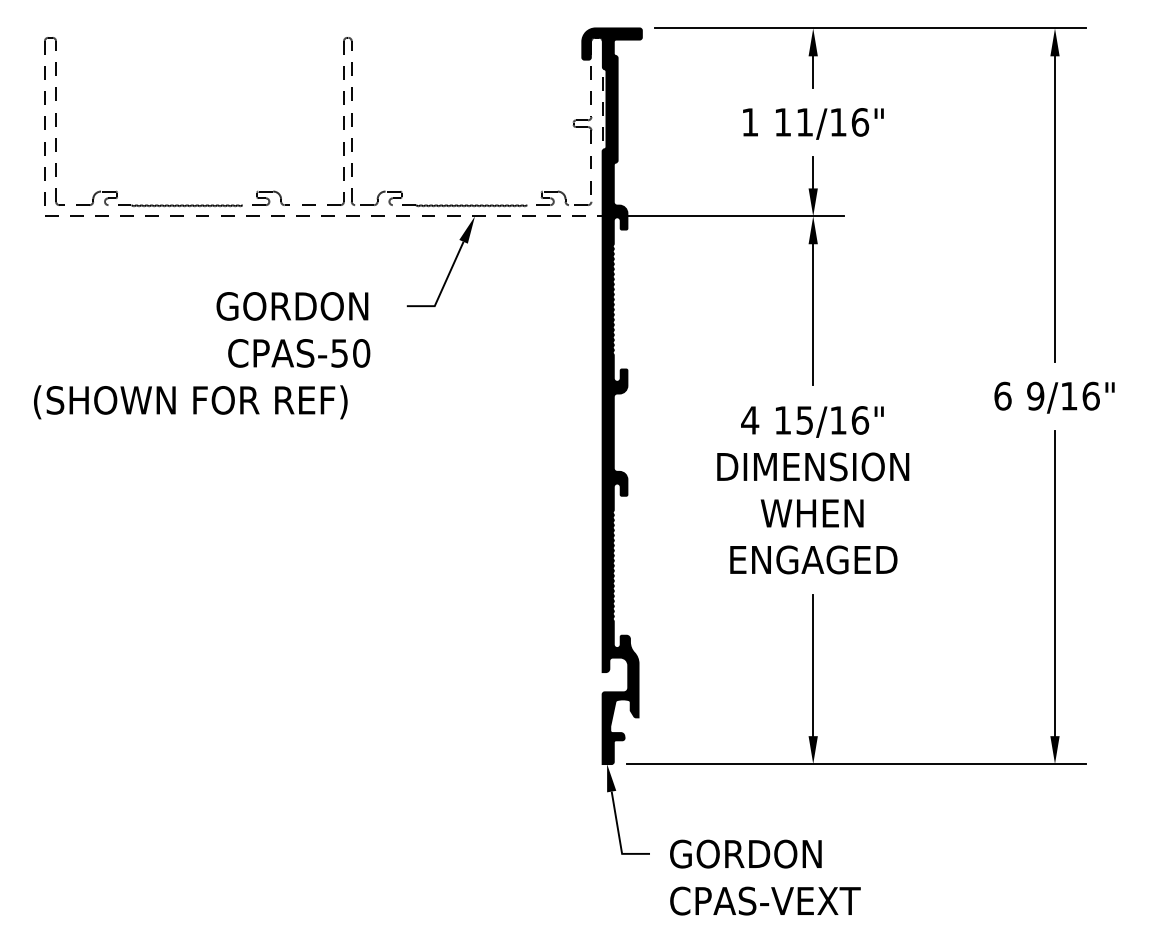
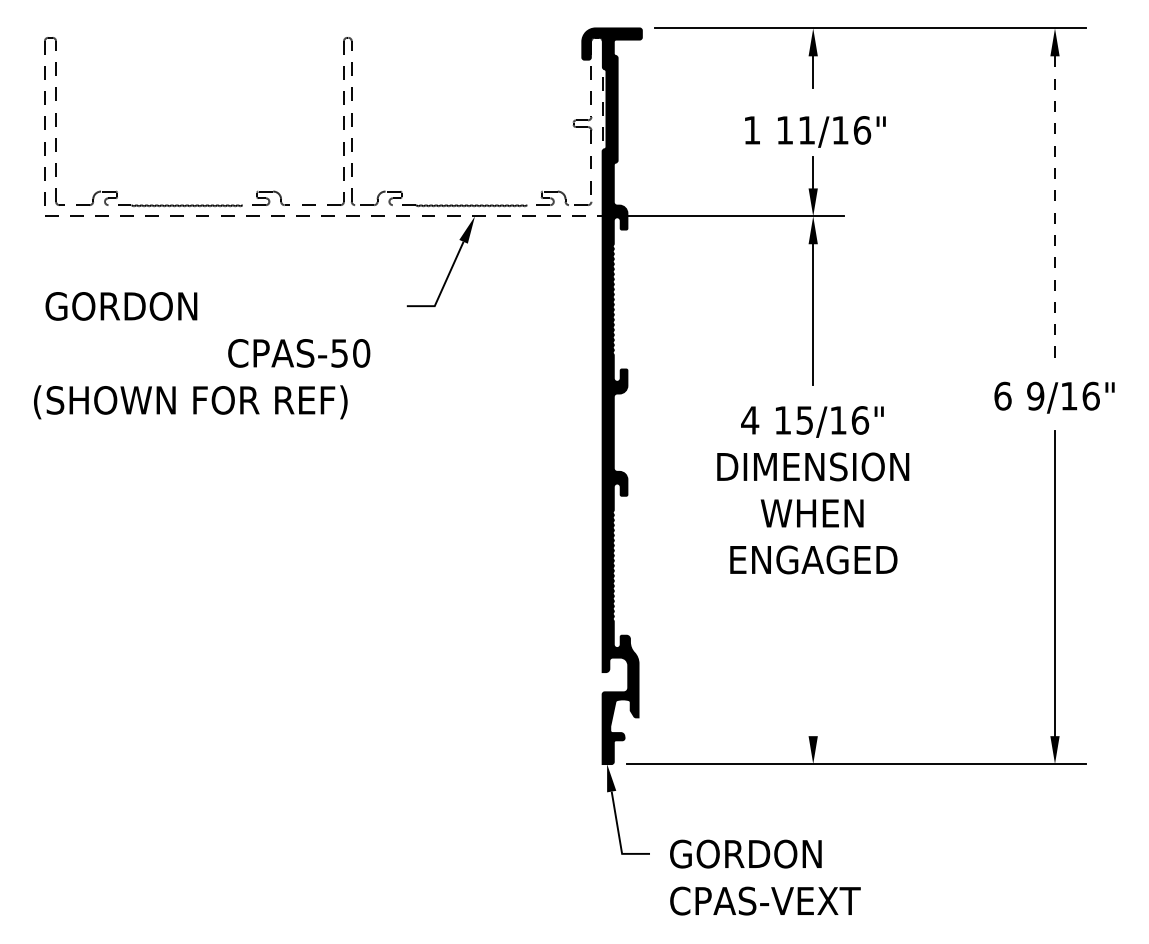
text at (813, 123) position: (813, 123) -> (815, 131)
line at (1055, 209): solid -> dashed
text at (292, 306) position: (292, 306) -> (121, 306)
line at (813, 665): present -> none
